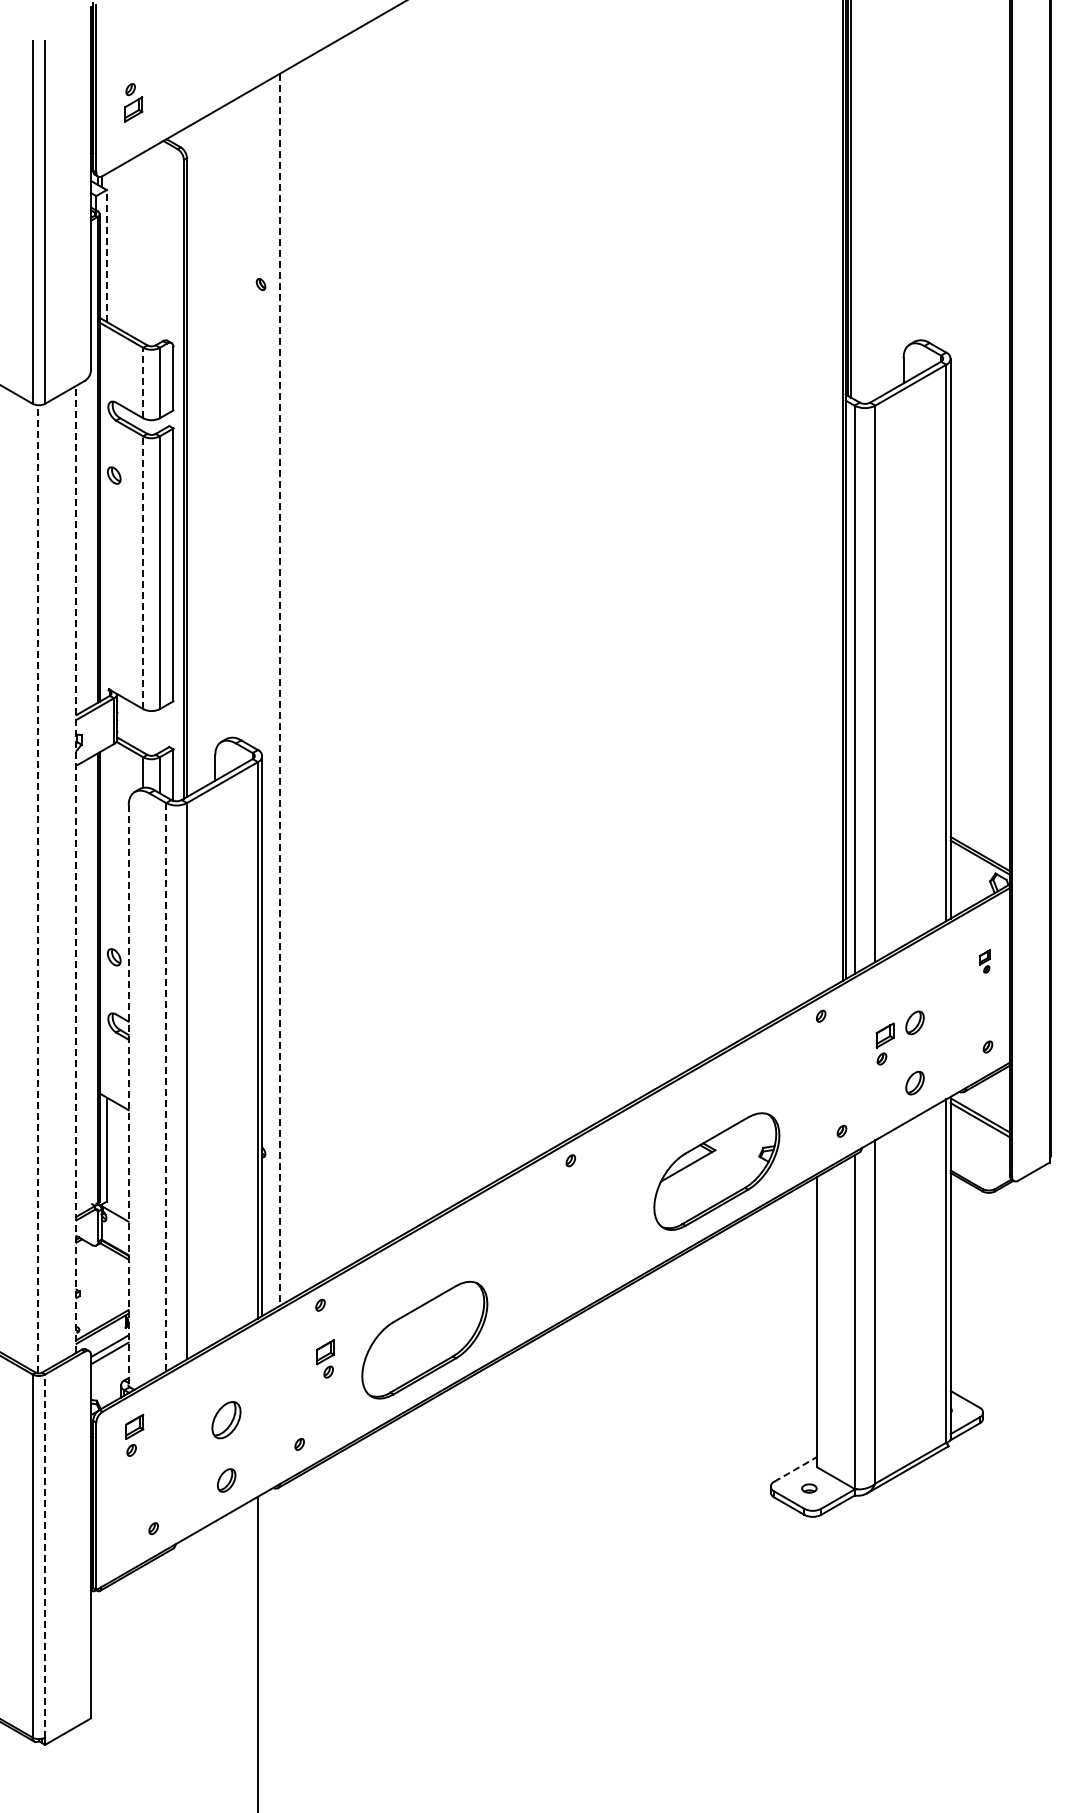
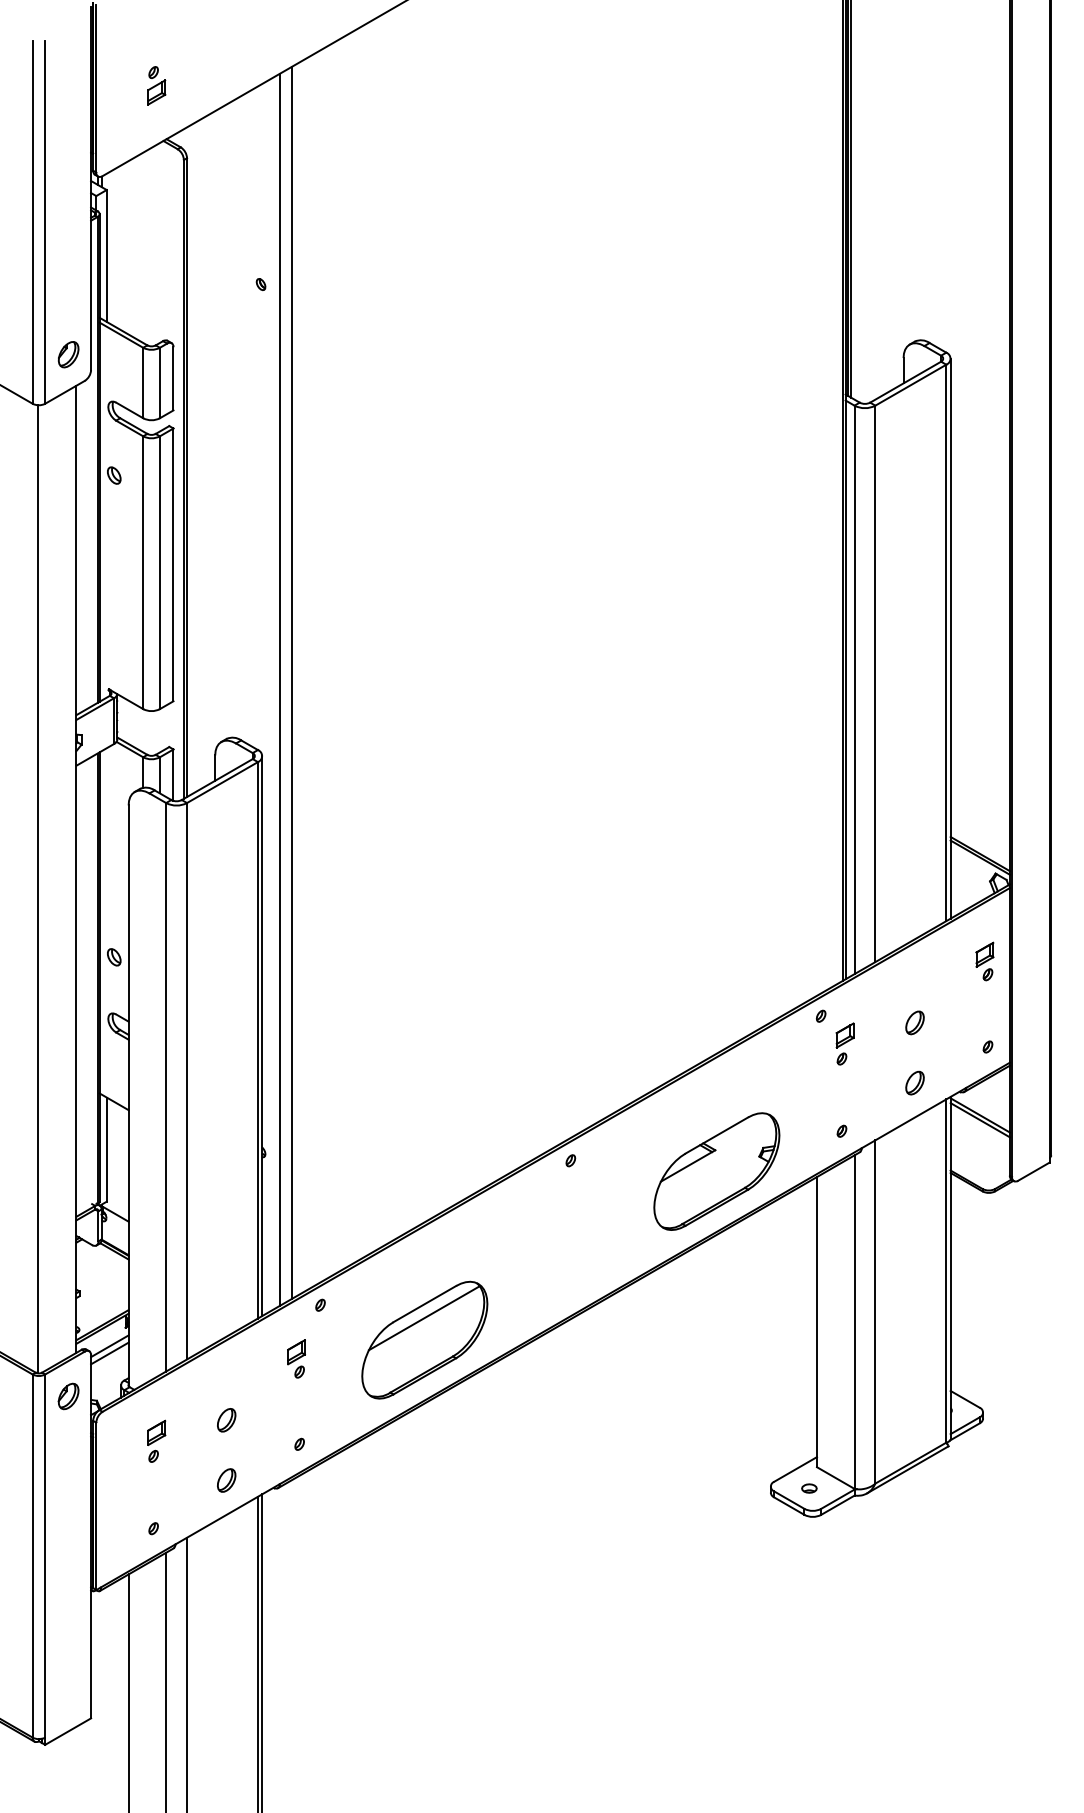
part at (133, 102) position: (133, 102) -> (156, 85)
line at (106, 255): dashed -> solid
part at (68, 354): none -> present
line at (143, 382): dashed -> solid
line at (143, 572): dashed -> solid
line at (292, 682): none -> present
line at (279, 690): dashed -> solid
line at (76, 869): dashed -> solid
line at (37, 888): dashed -> solid
part at (984, 961) size: 13x25 px -> 20x41 px
part at (884, 1043) position: (884, 1043) -> (844, 1043)
line at (166, 1087): dashed -> solid
line at (128, 1096): dashed -> solid
line at (423, 1318): none -> present
part at (325, 1358) position: (325, 1358) -> (296, 1358)
part at (68, 1396): none -> present
part at (226, 1420) size: 31x39 px -> 20x25 px
part at (134, 1434) position: (134, 1434) -> (156, 1440)
line at (795, 1469): dashed -> solid
line at (45, 1556): dashed -> solid
line at (262, 1651): none -> present
line at (187, 1673): none -> present
line at (166, 1680): none -> present
line at (128, 1691): none -> present
